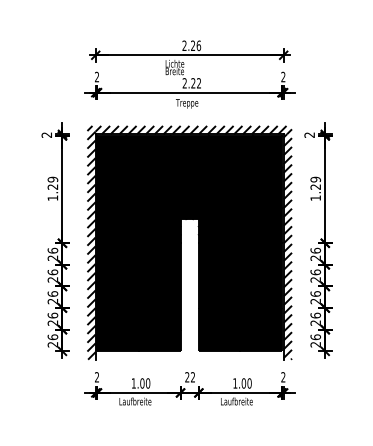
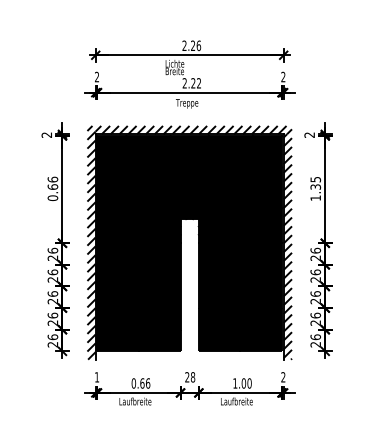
text at (315, 182): 1.29 -> 1.35
text at (52, 188): 1.29 -> 0.66
text at (96, 377): 2 -> 1
text at (192, 377): 22 -> 28
text at (140, 383): 1.00 -> 0.66
